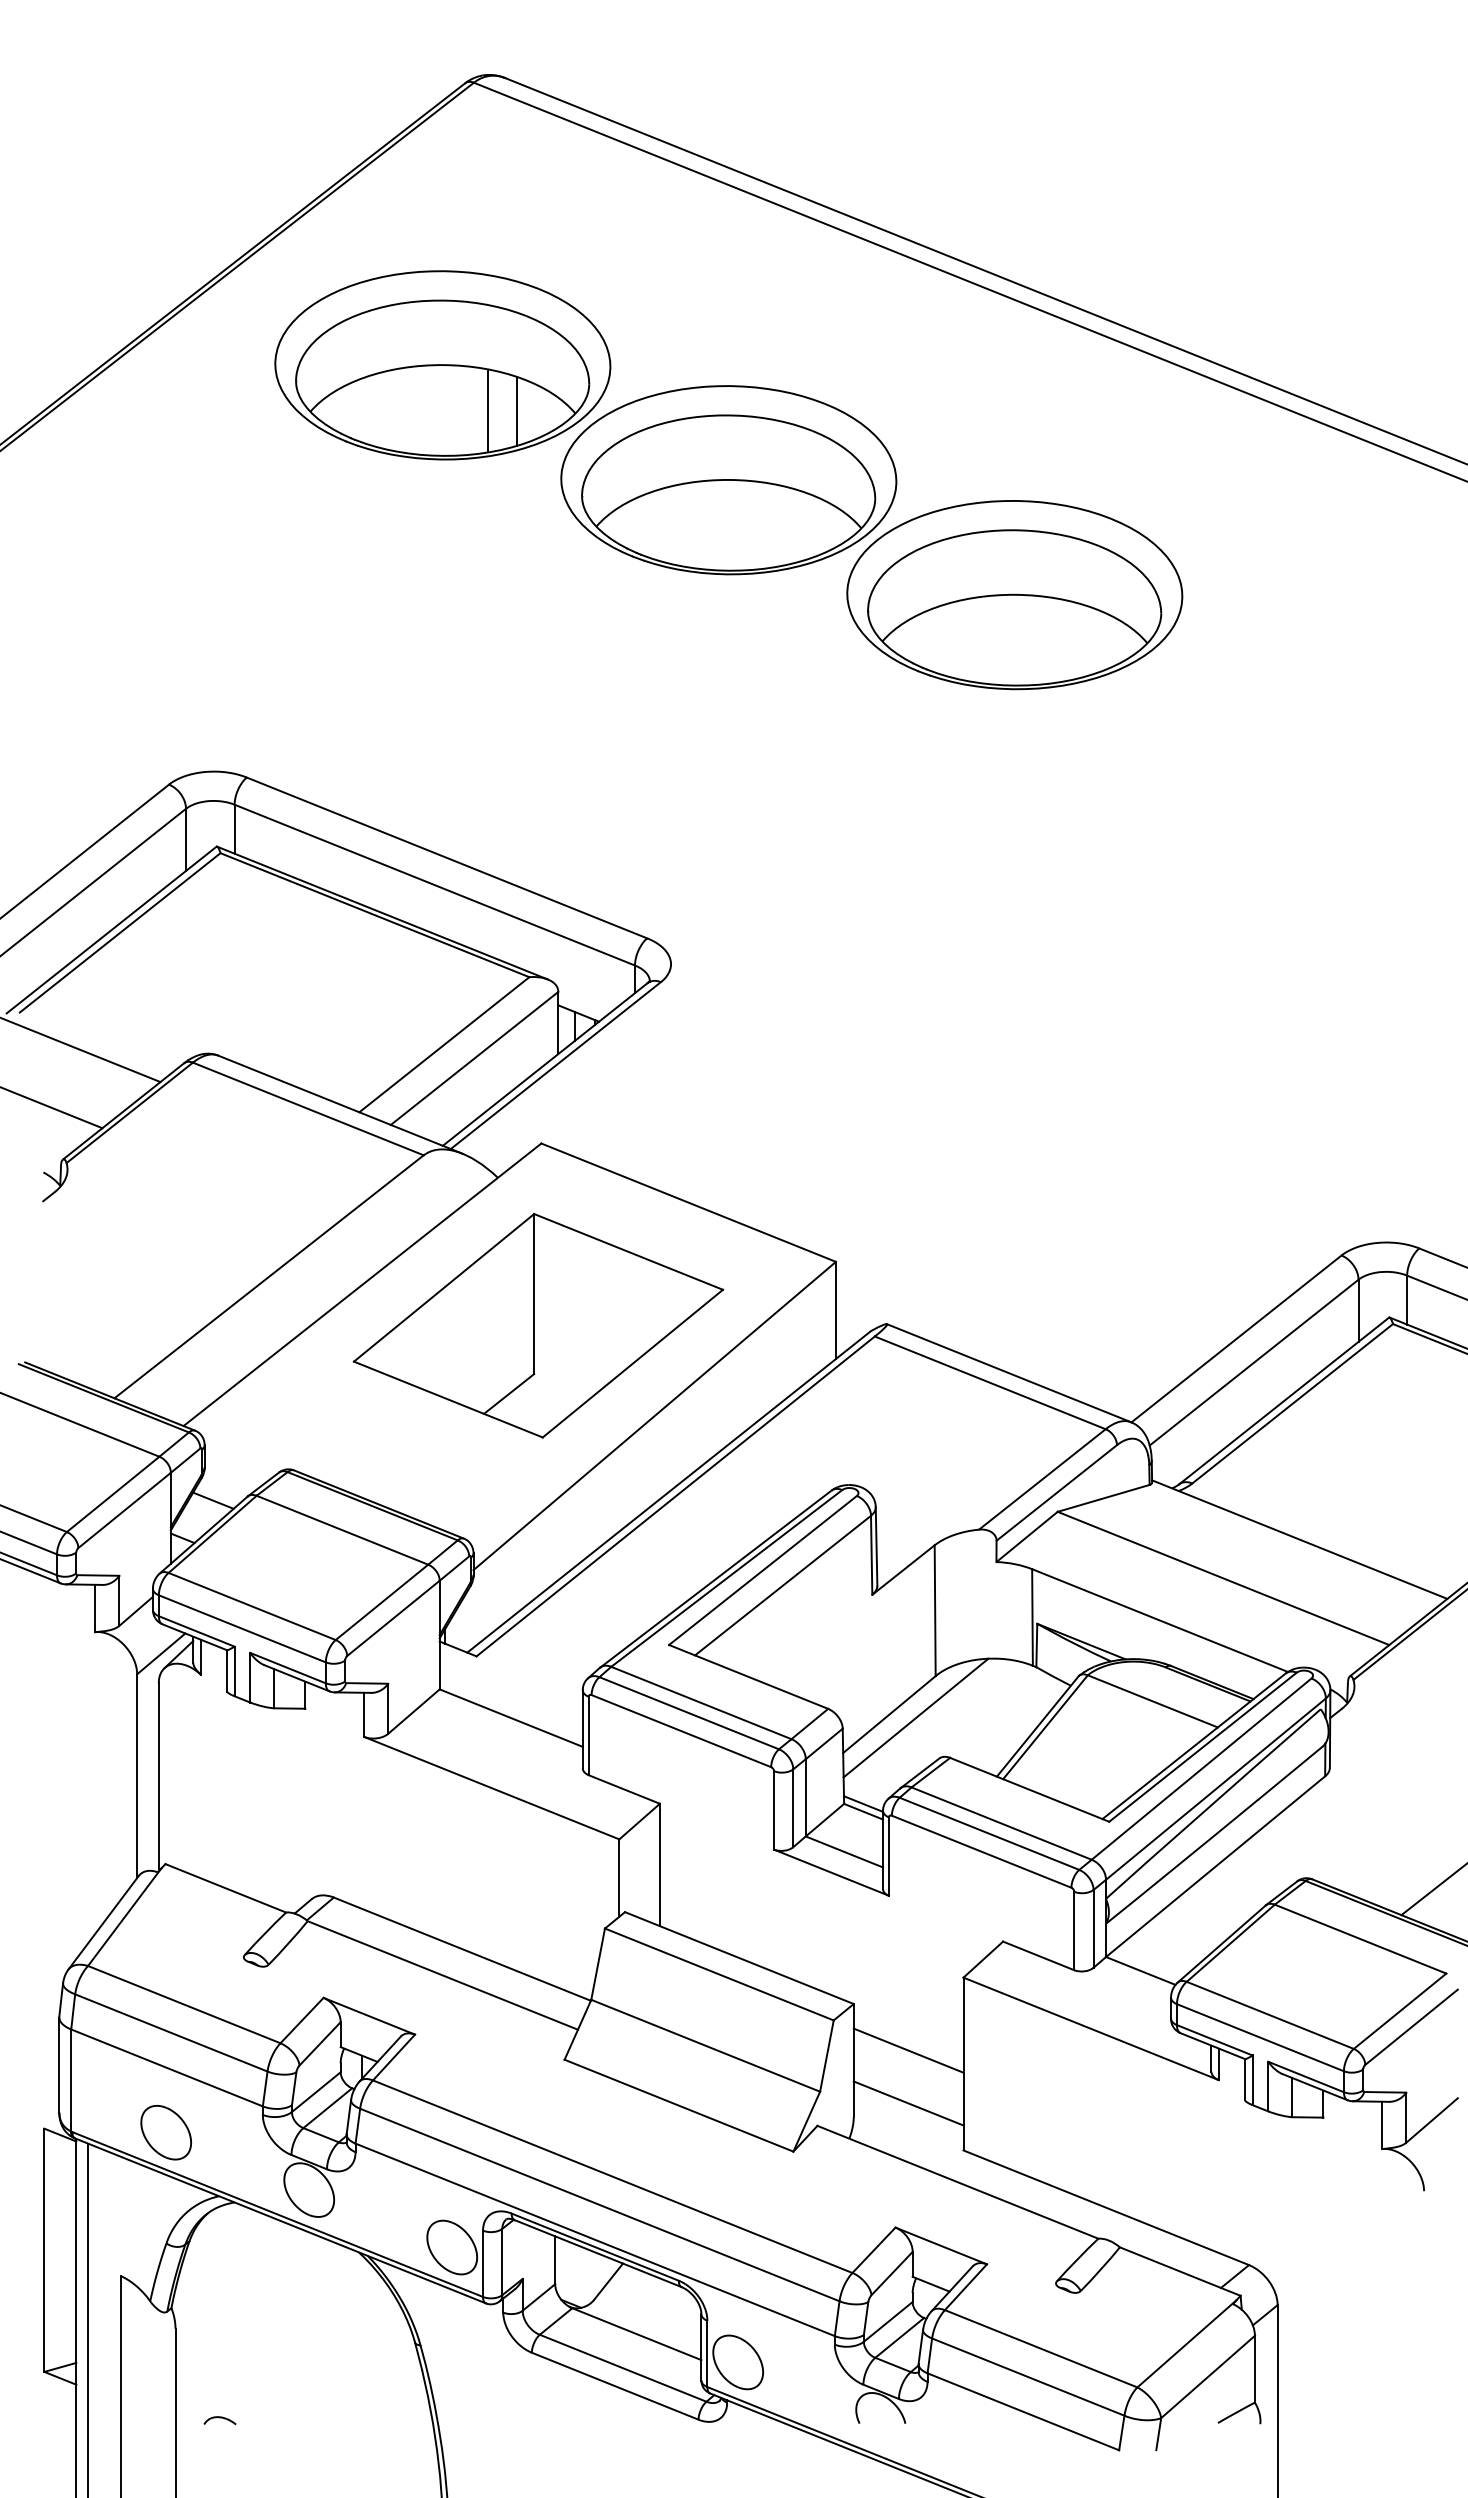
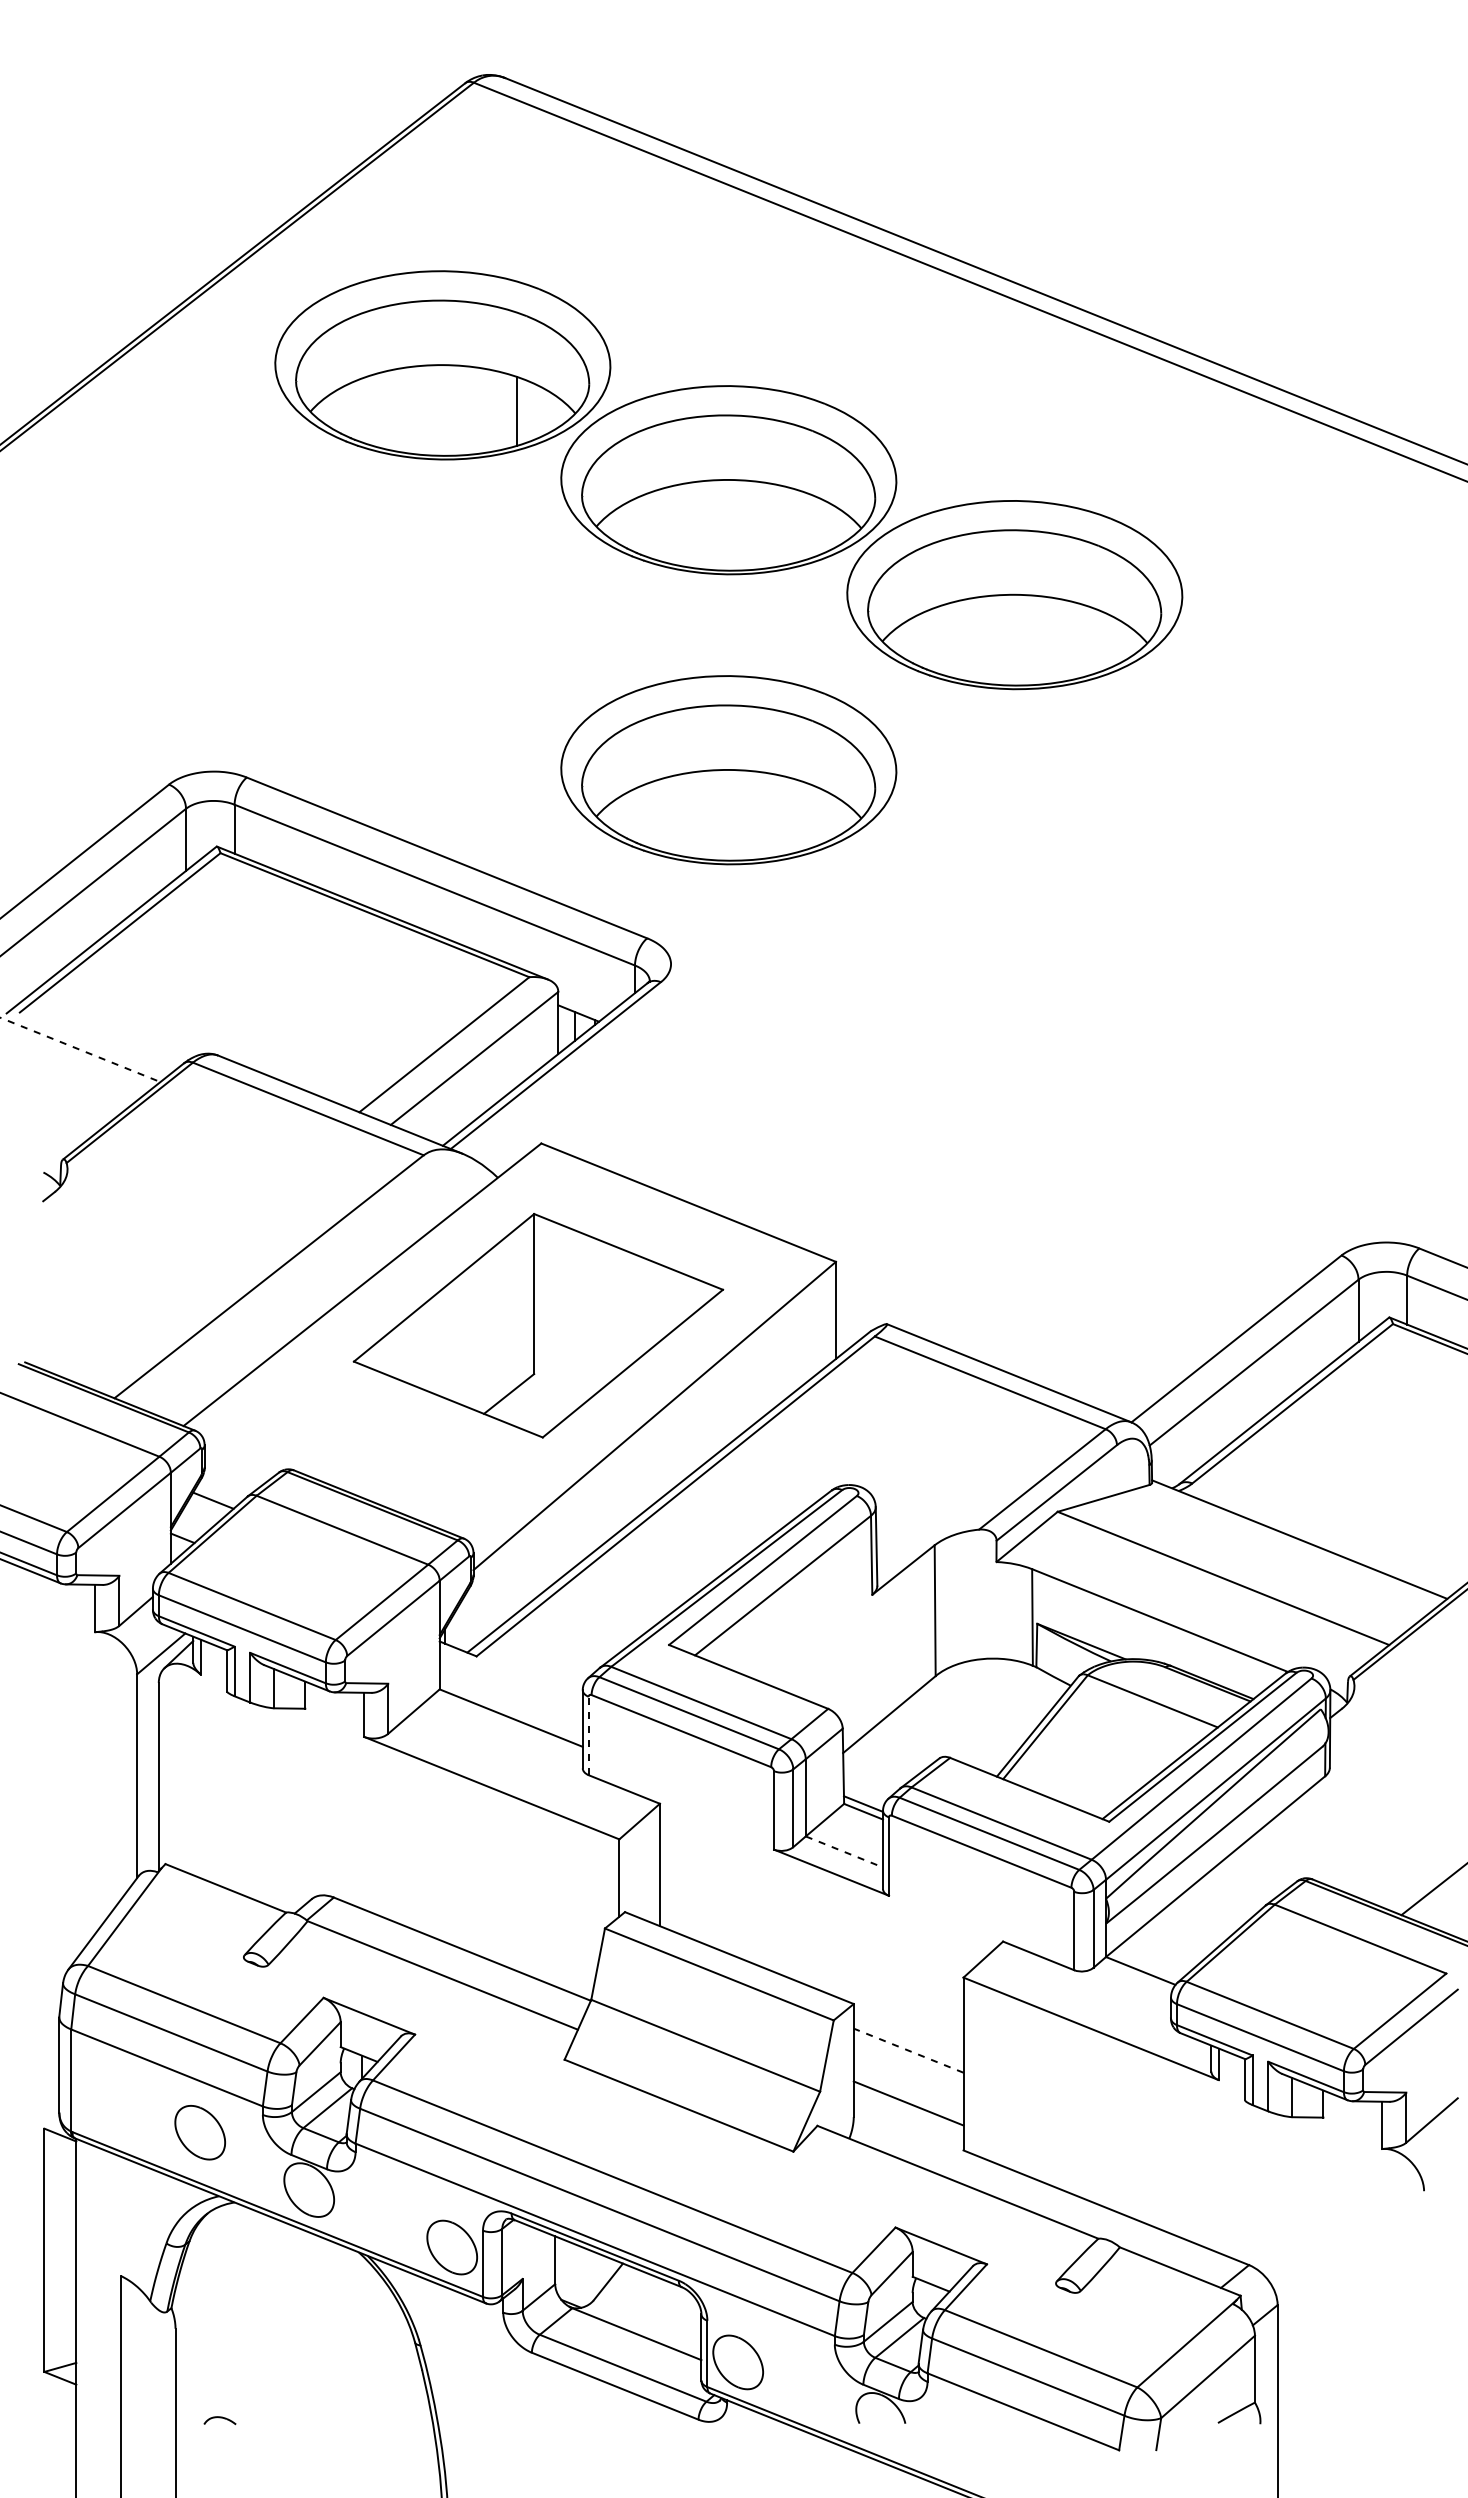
line at (488, 410): present -> none
part at (728, 770): none -> present
line at (80, 1050): solid -> dashed
line at (52, 1107): present -> none
line at (915, 1717): present -> none
line at (588, 1735): solid -> dashed
line at (844, 1851): solid -> dashed
line at (908, 2050): solid -> dashed
part at (165, 2132) position: (165, 2132) -> (199, 2132)
line at (88, 2318): present -> none
